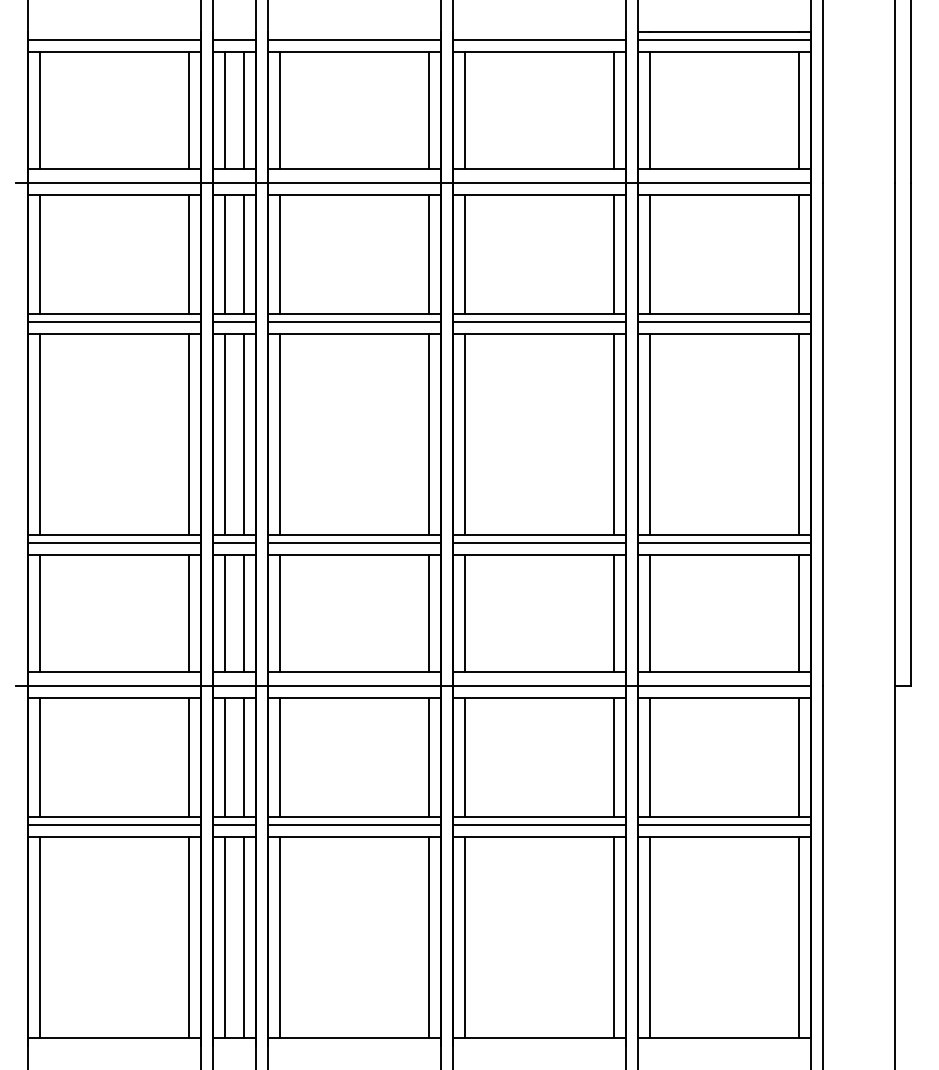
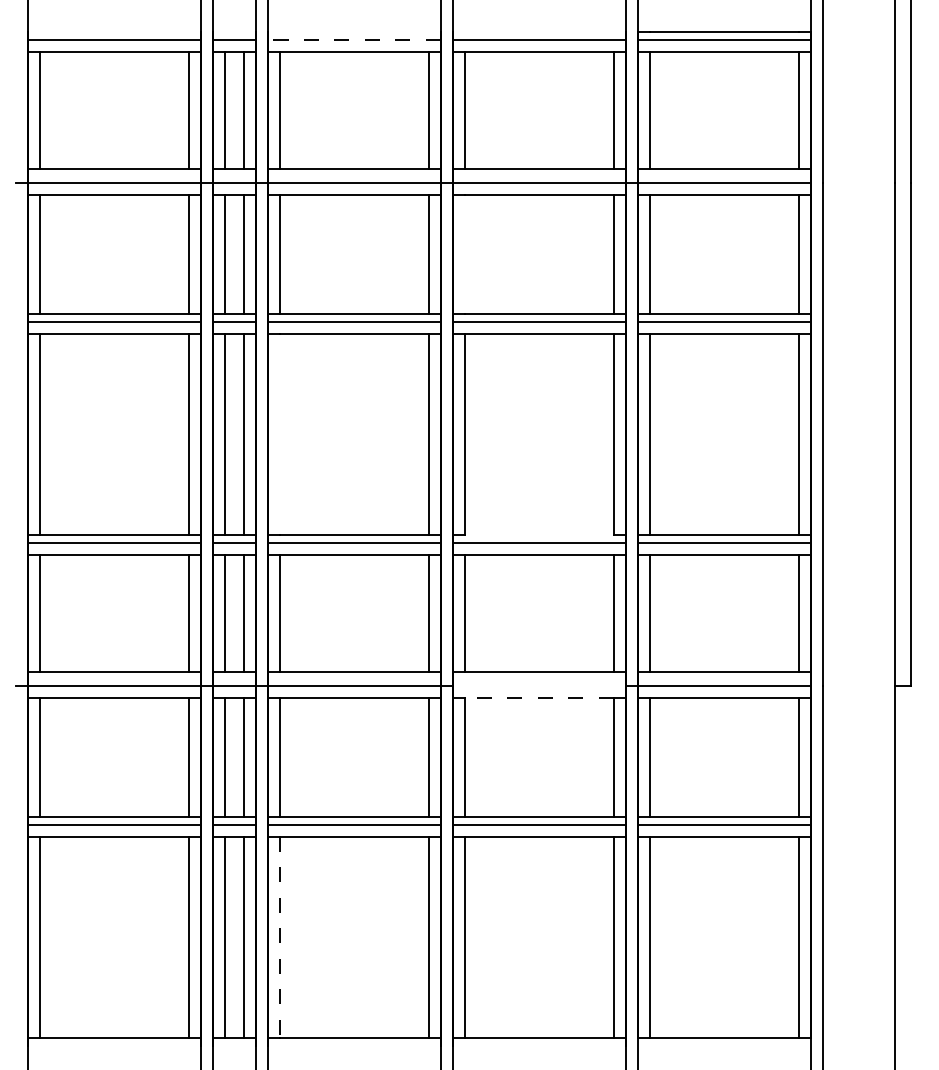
line at (353, 39): solid -> dashed
line at (465, 254): present -> none
line at (280, 434): present -> none
line at (539, 535): present -> none
line at (539, 685): present -> none
line at (539, 698): solid -> dashed
line at (280, 937): solid -> dashed
